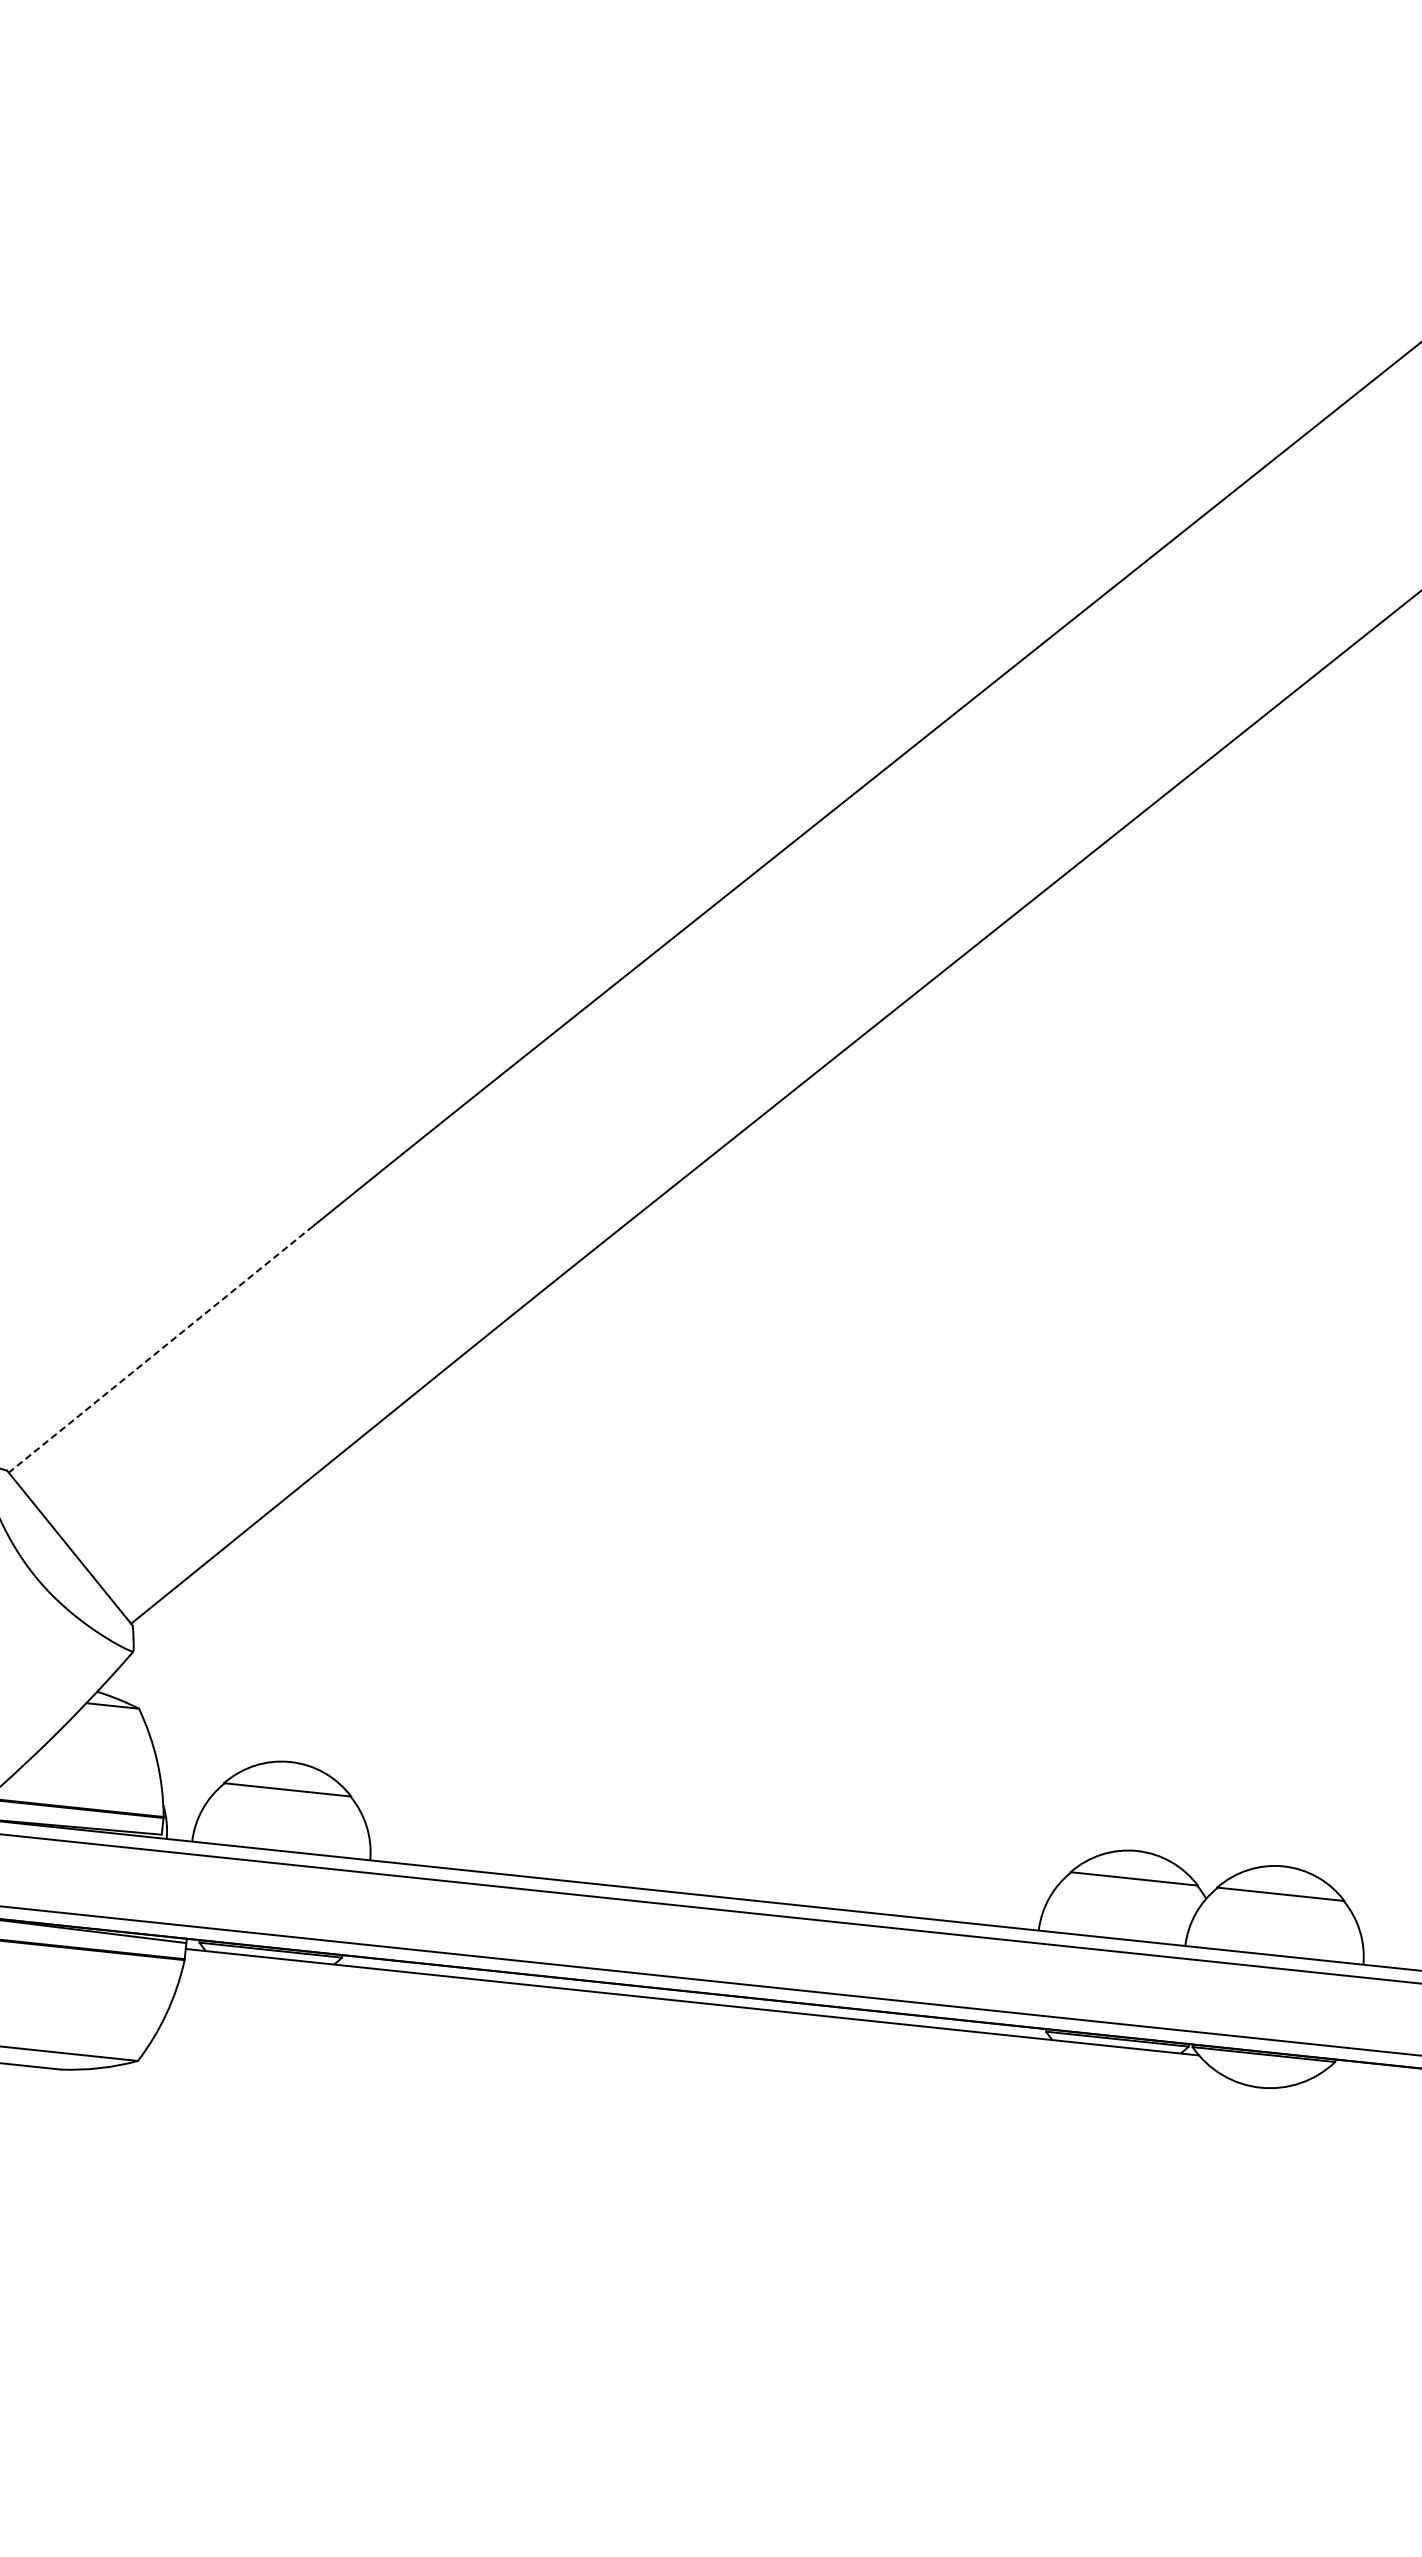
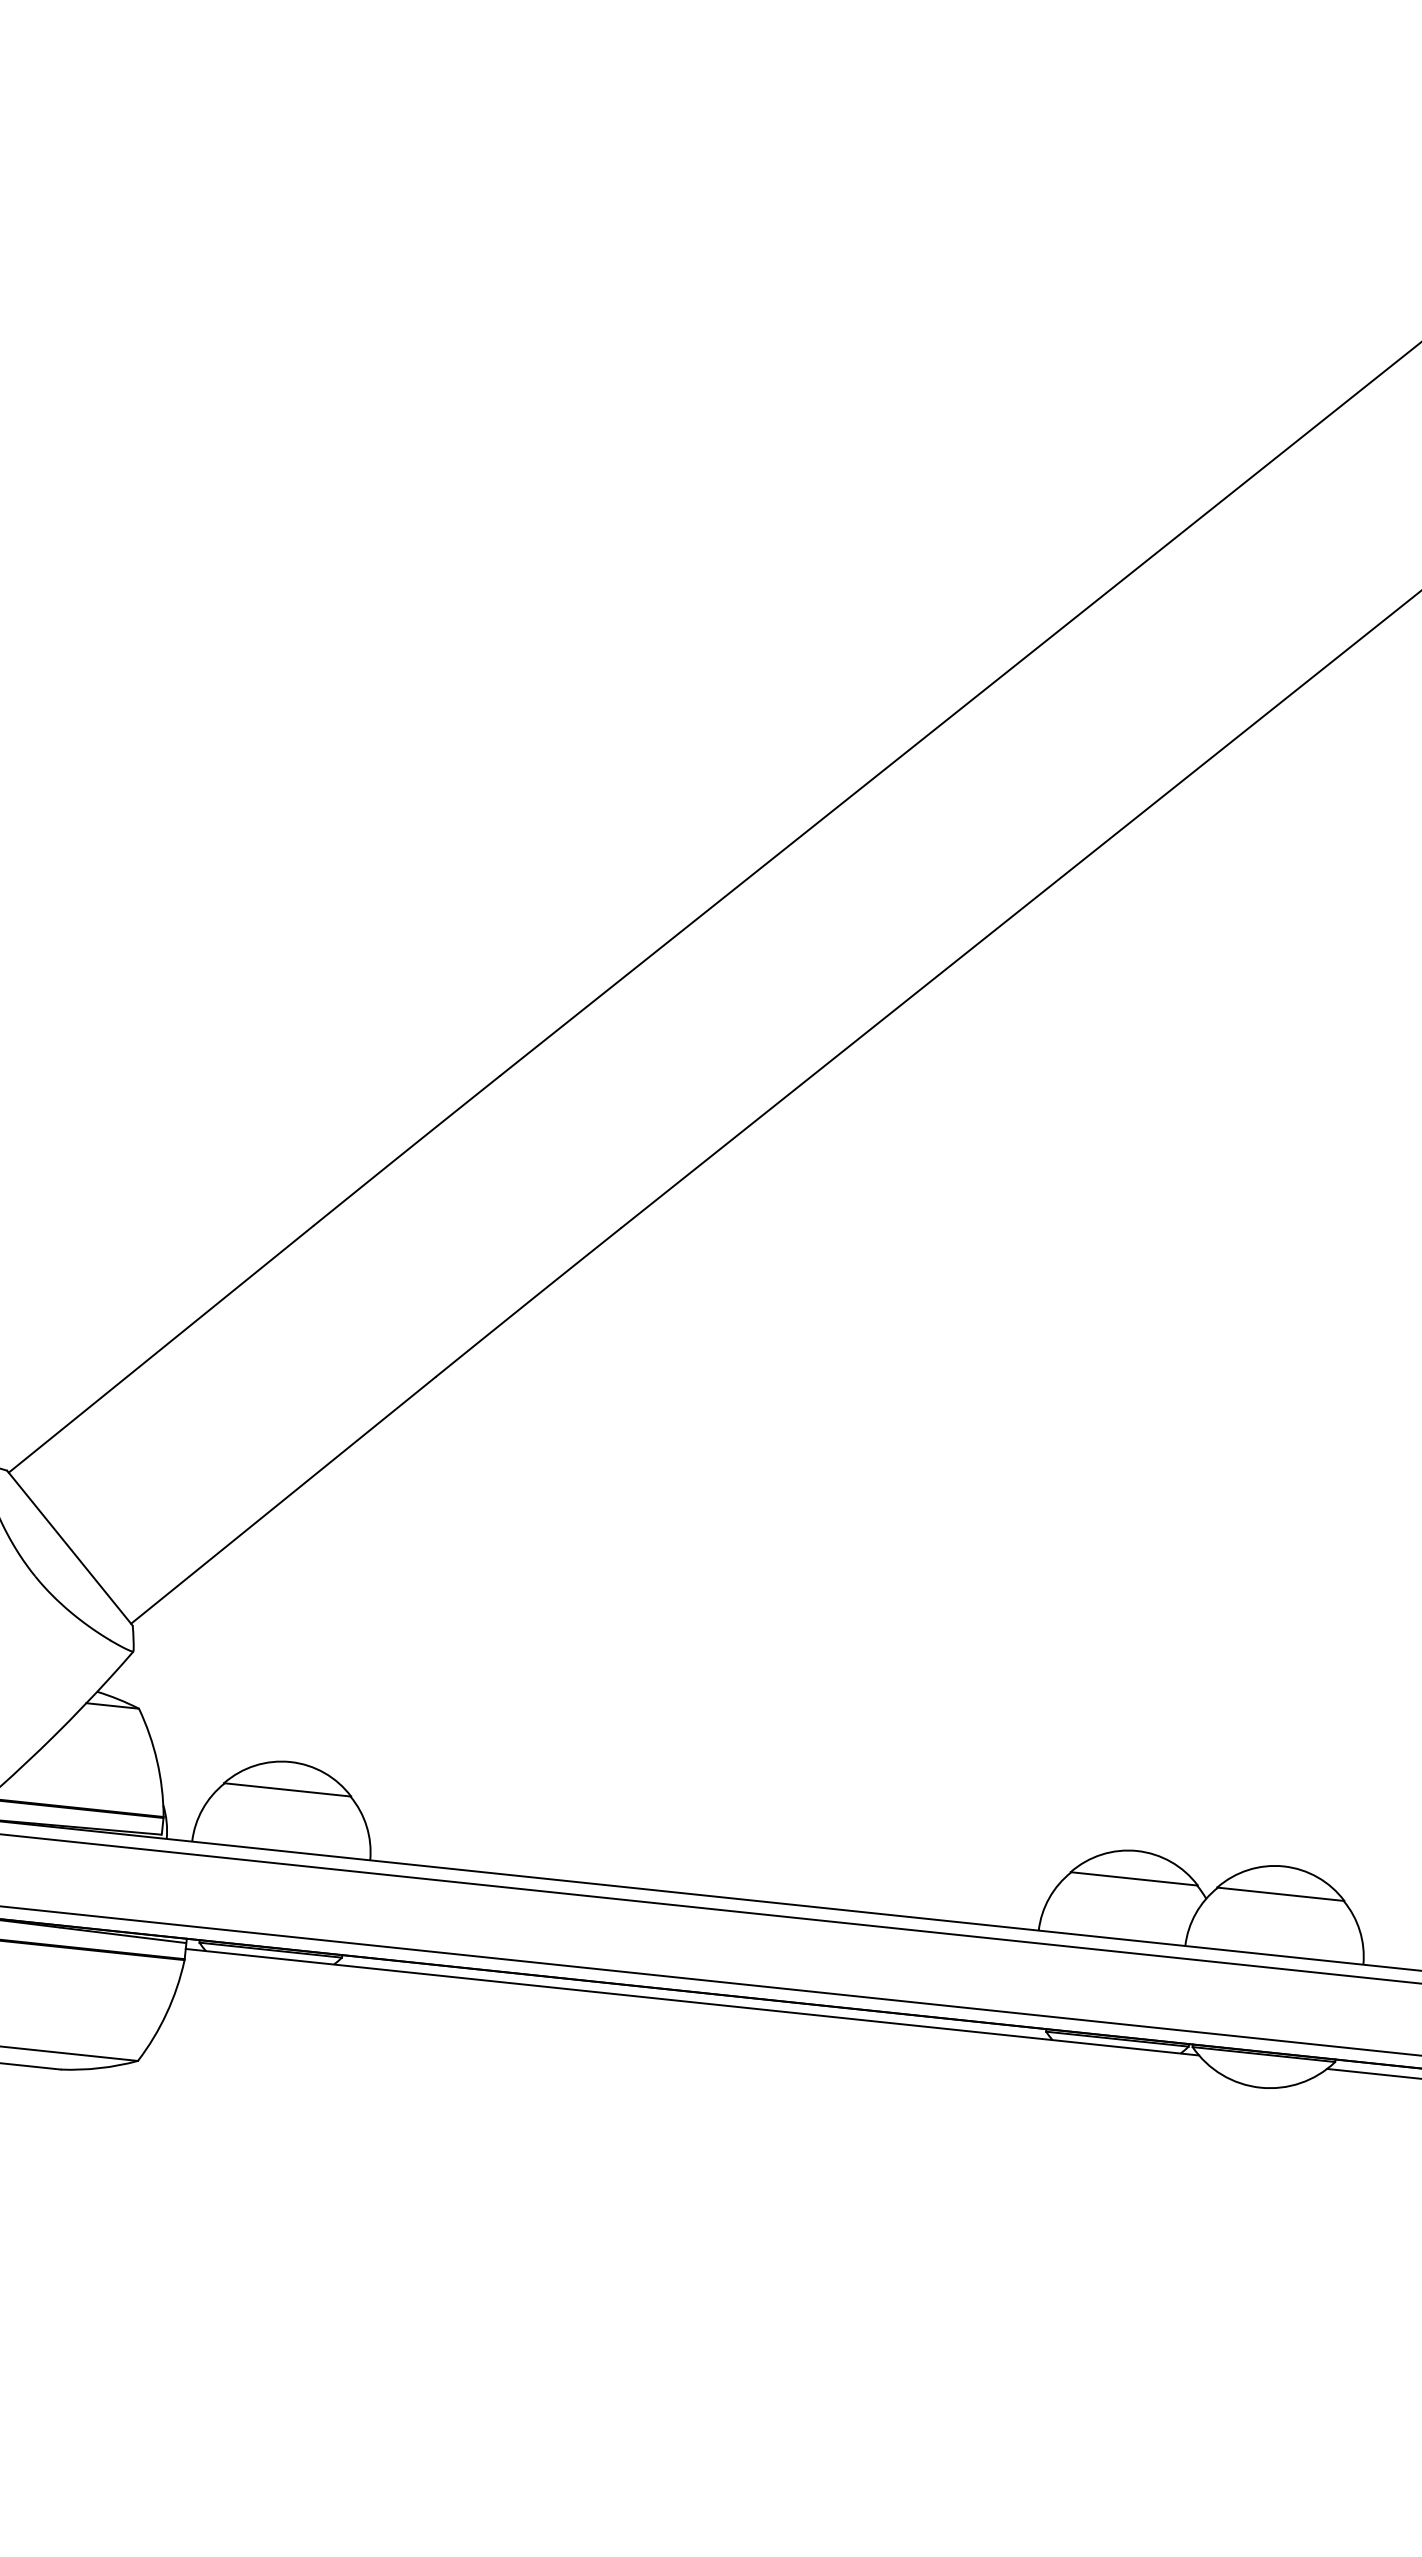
line at (160, 1349): dashed -> solid
line at (1372, 2073): none -> present
